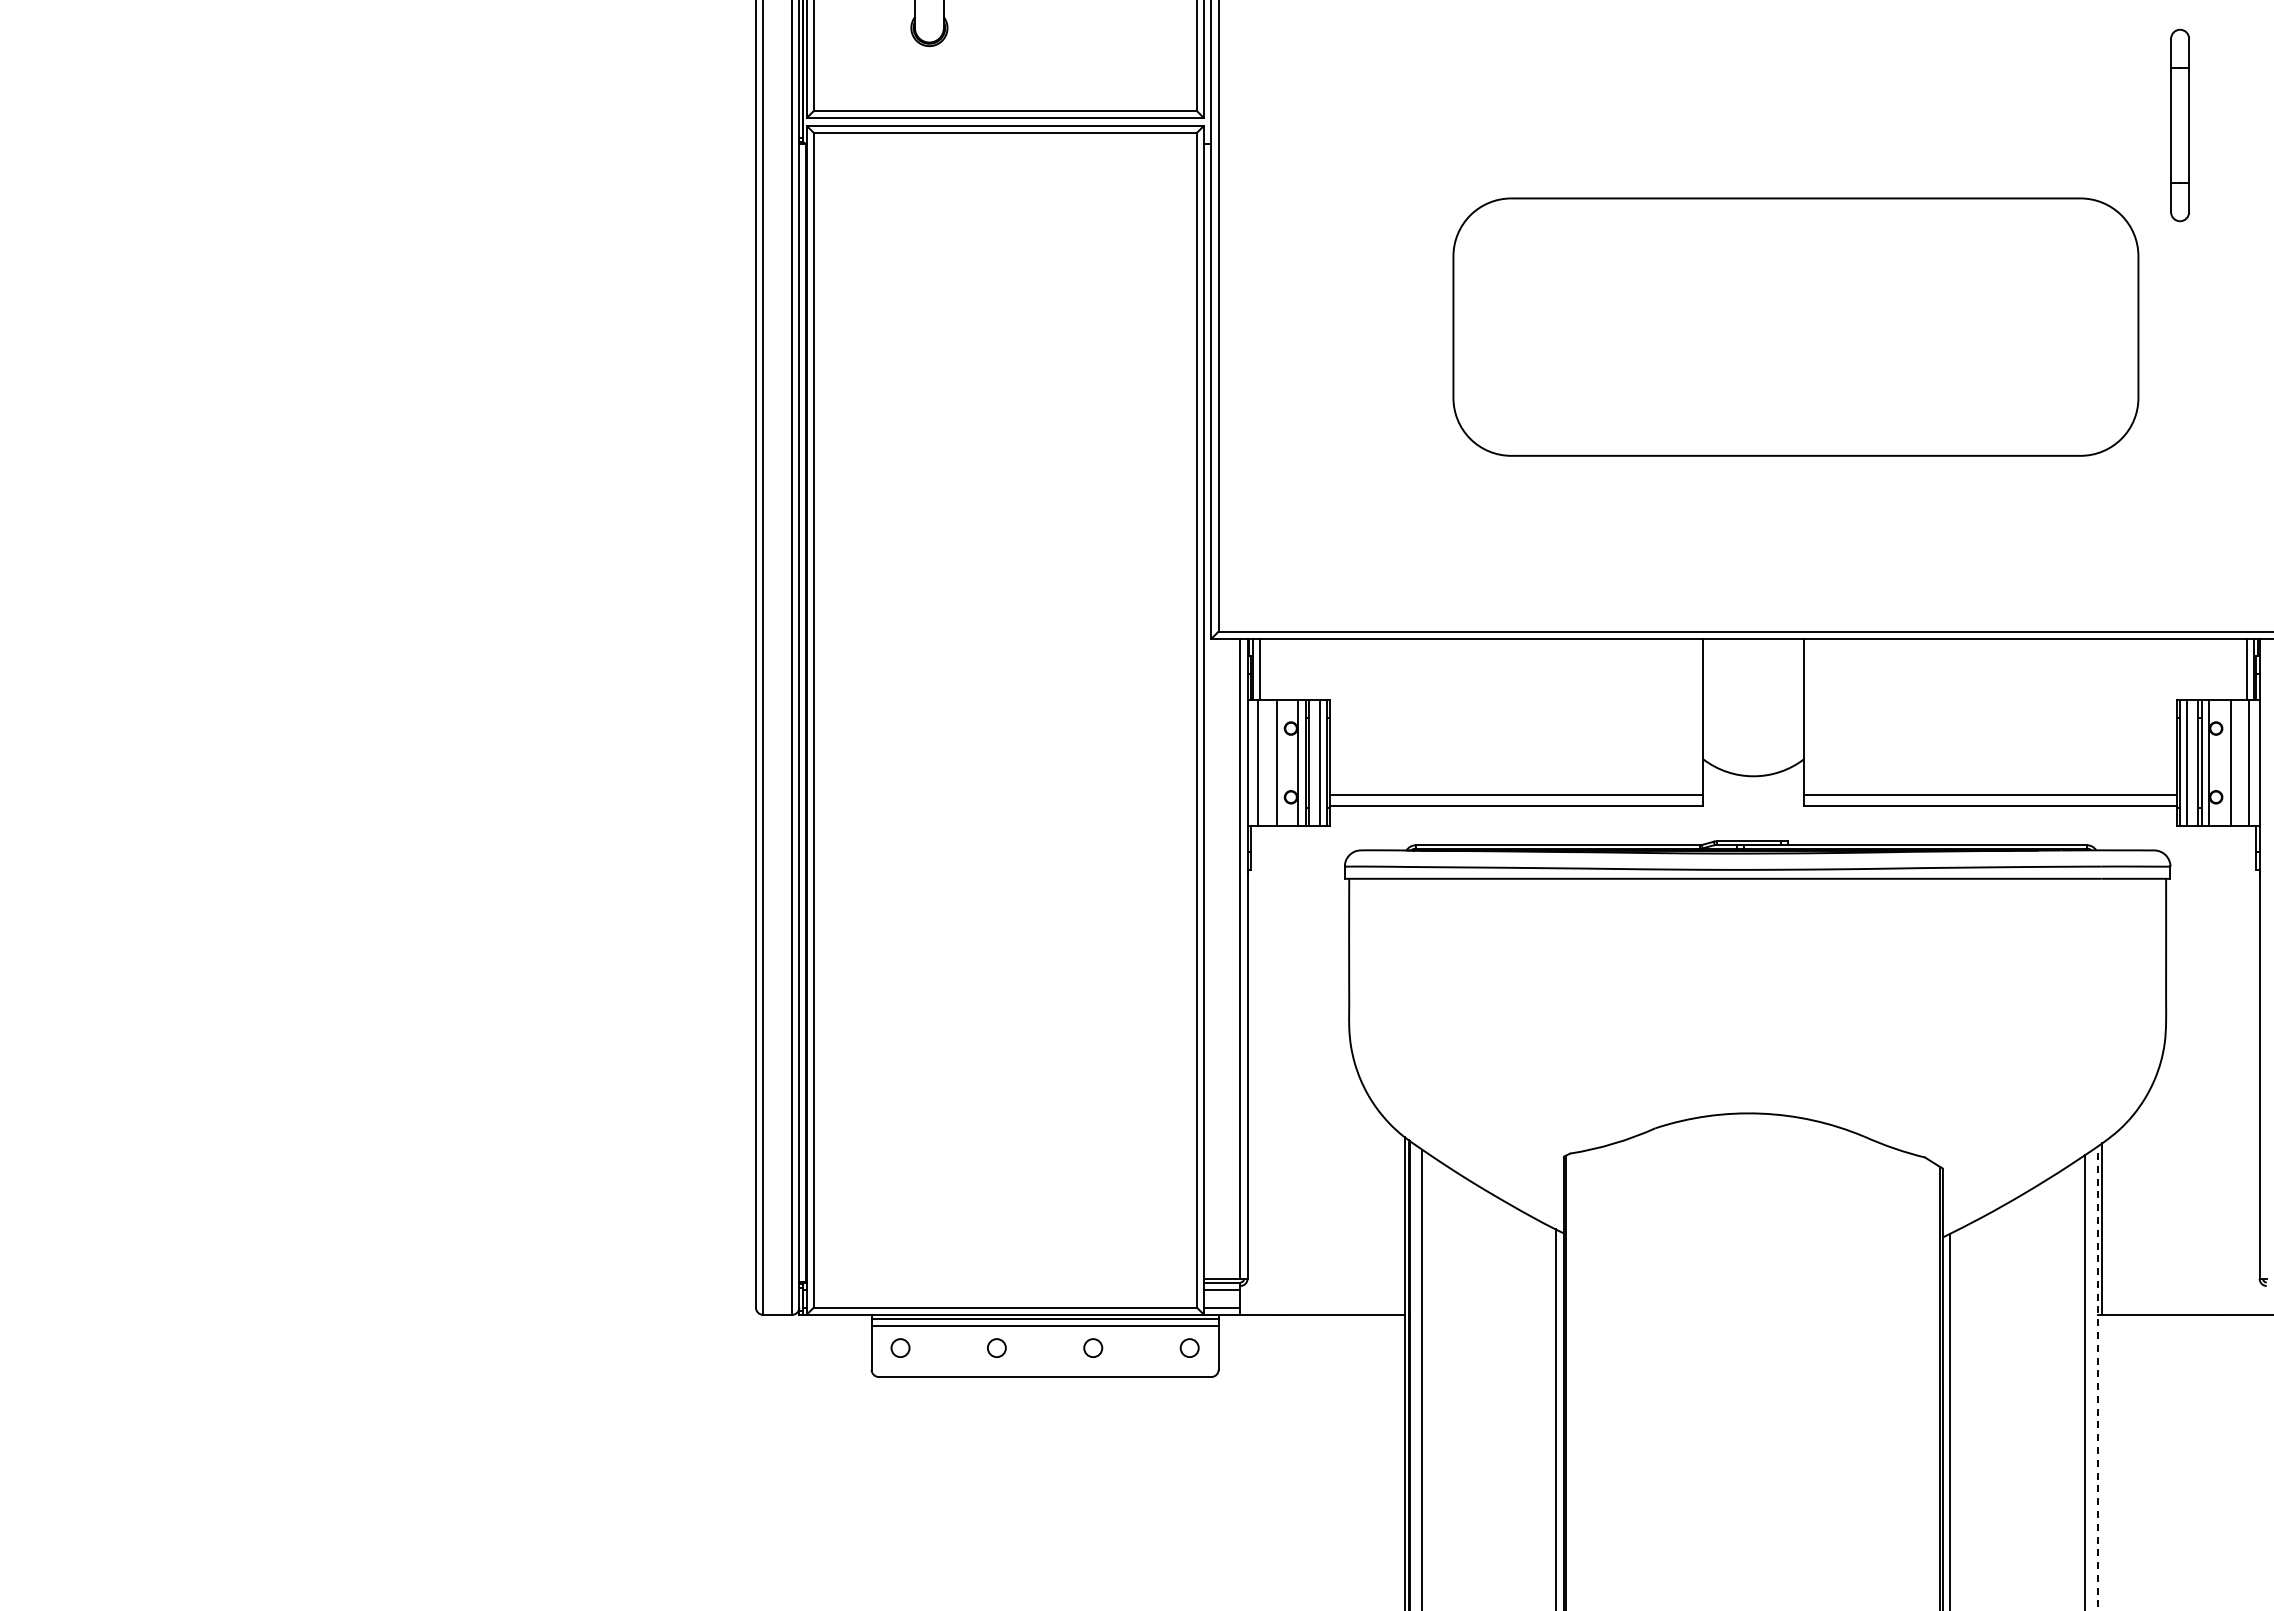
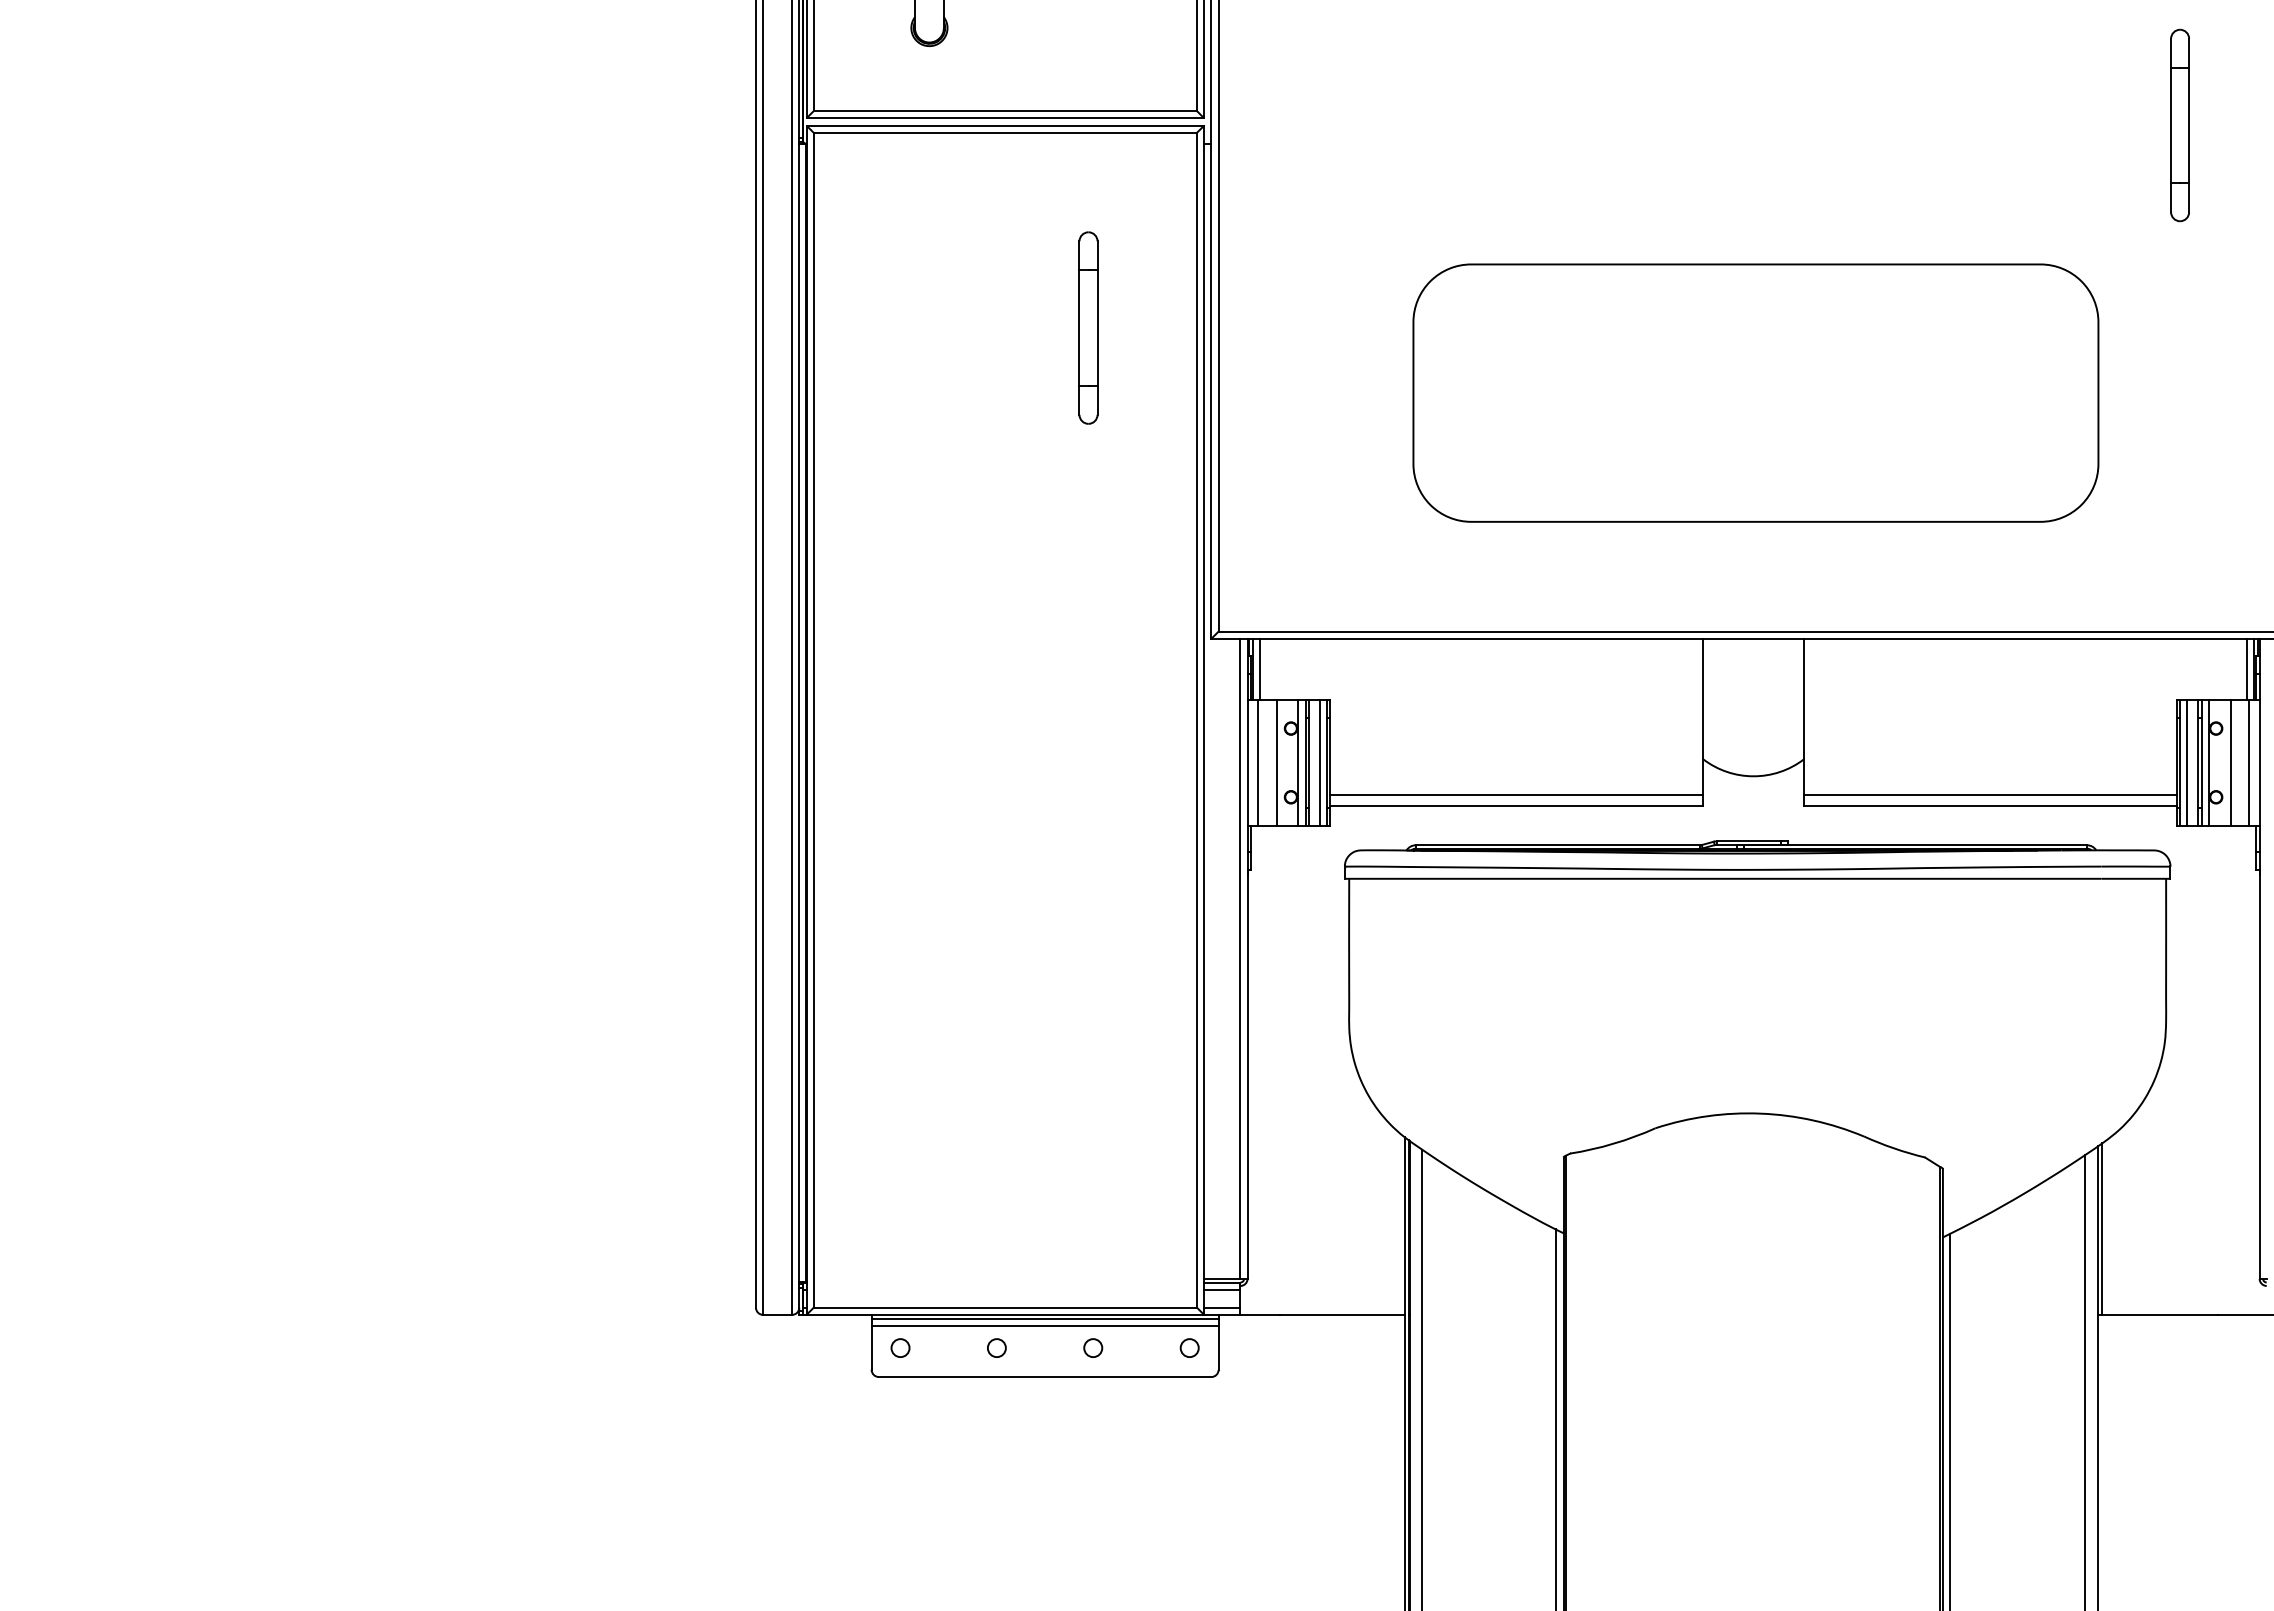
part at (1795, 326) position: (1795, 326) -> (1755, 392)
part at (1088, 327): none -> present
line at (2097, 1378): dashed -> solid
